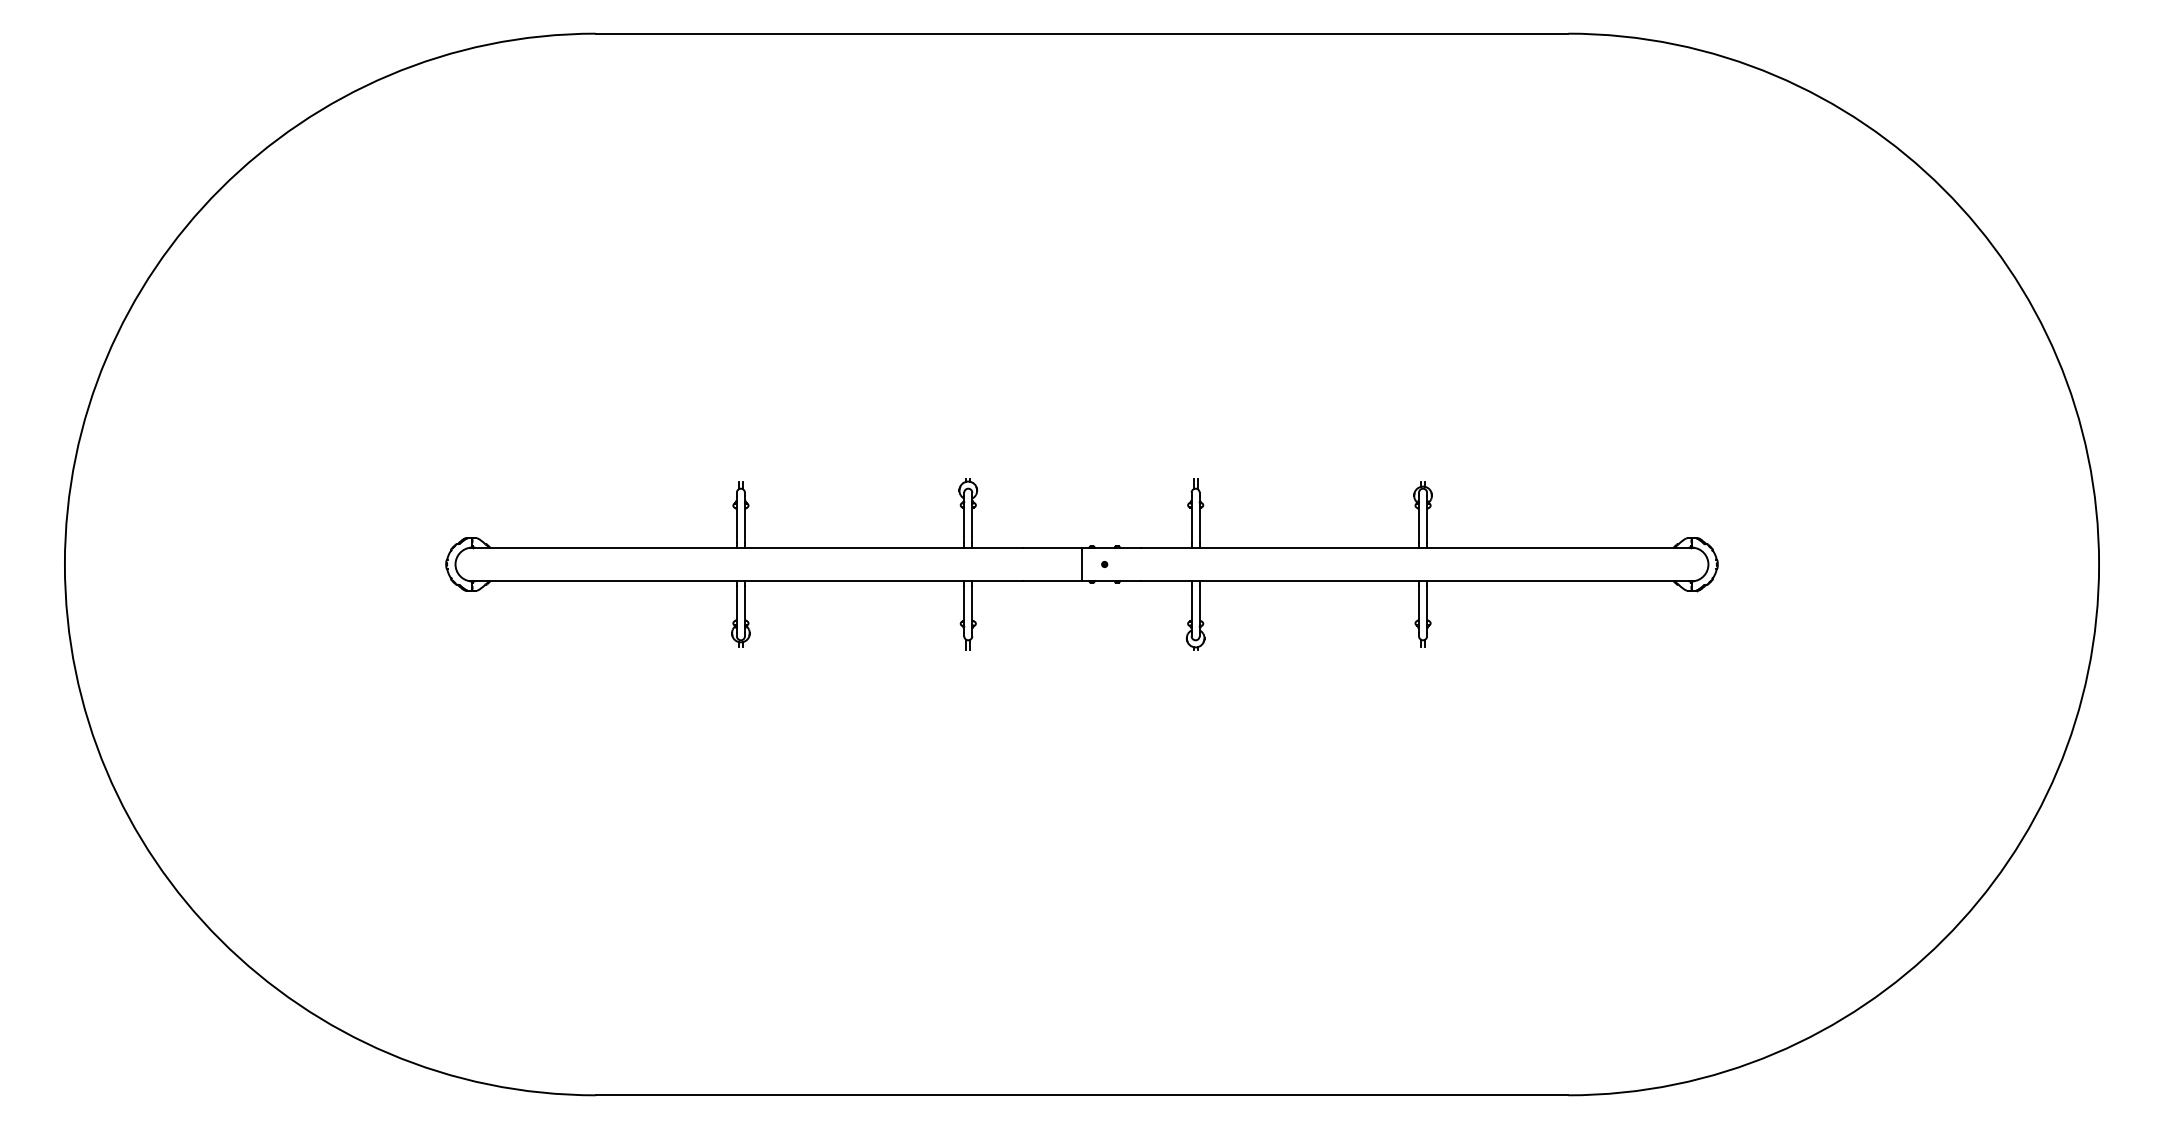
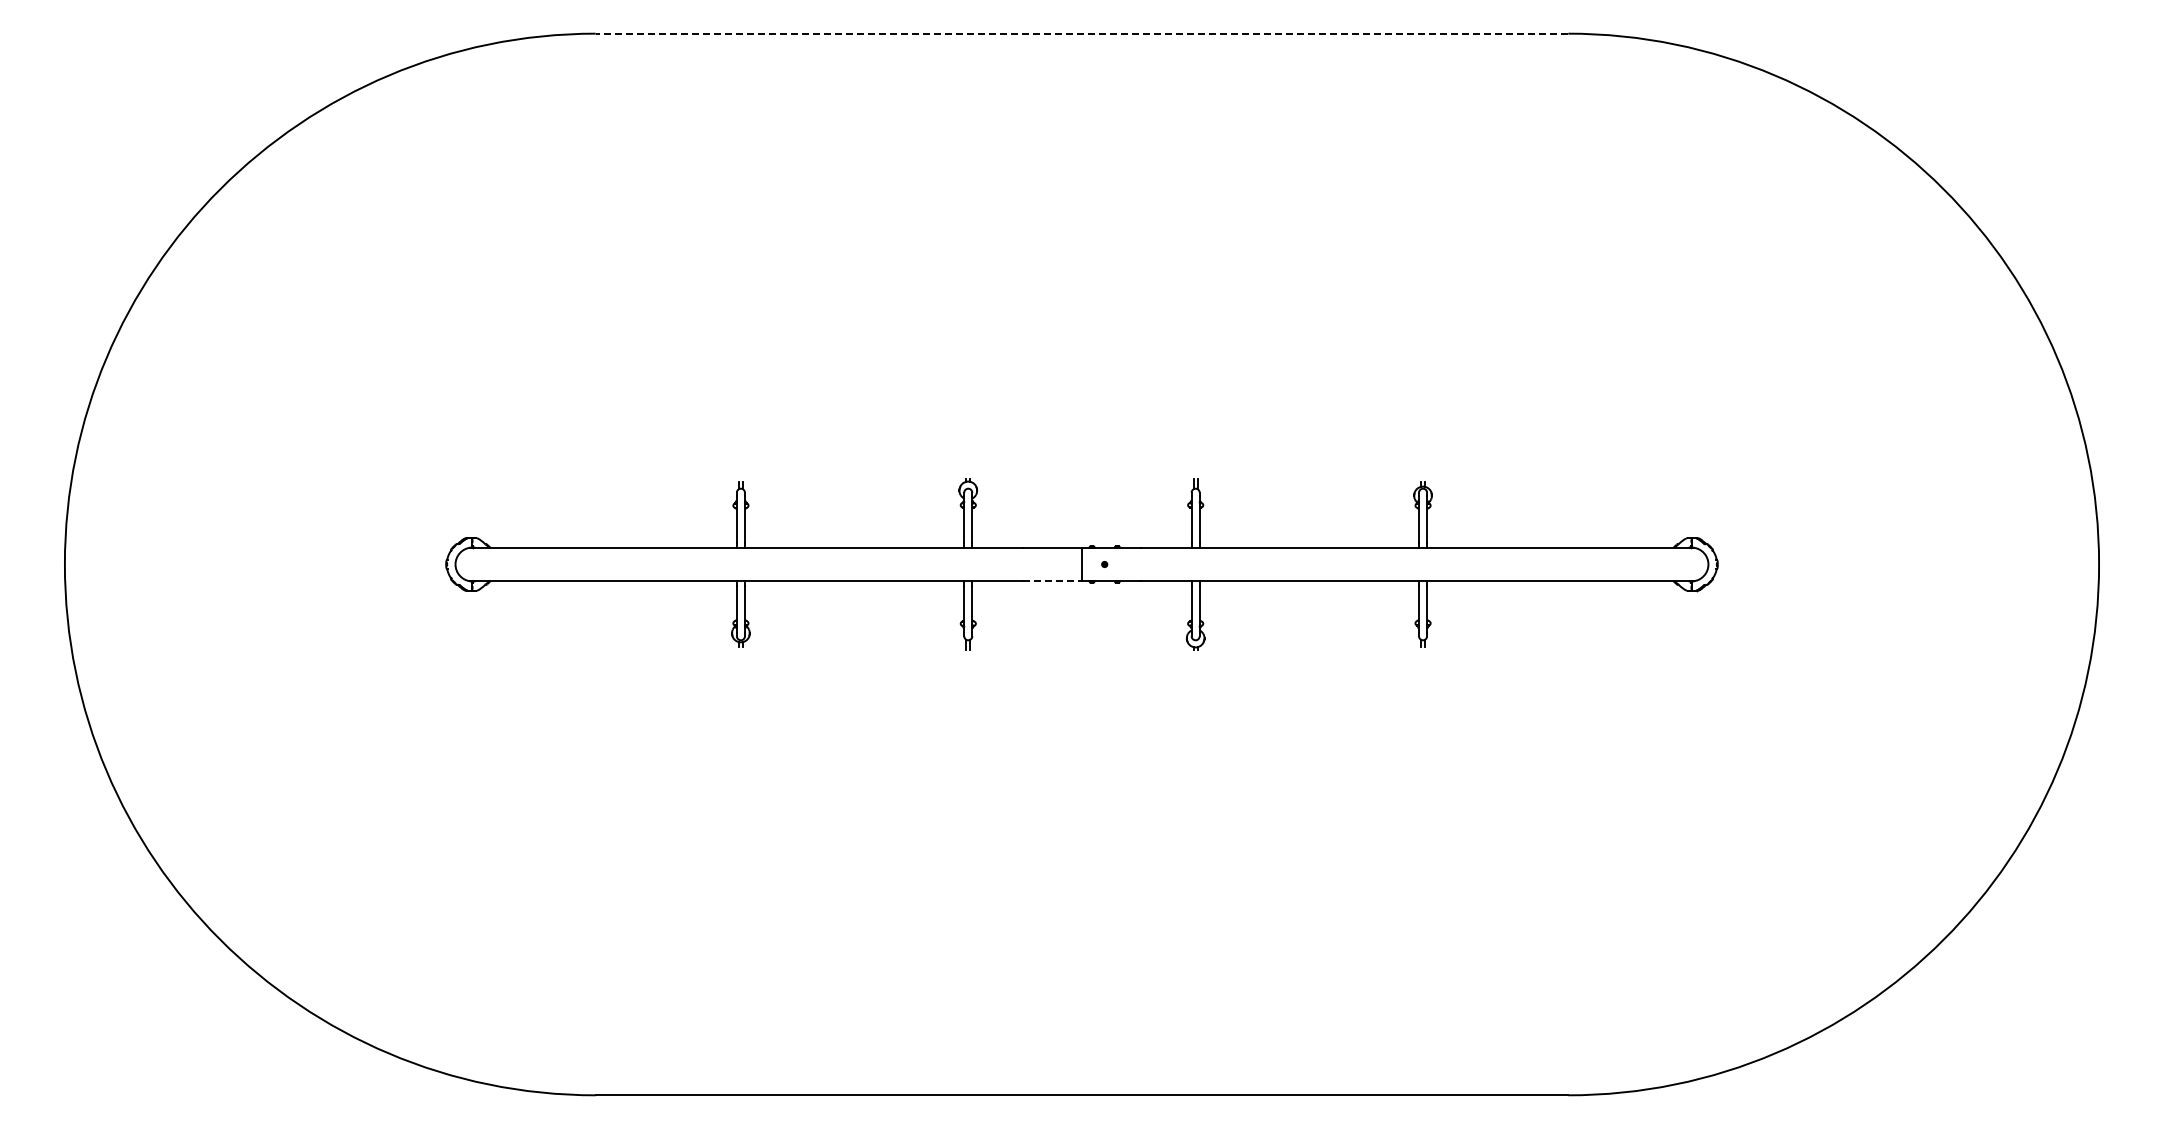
line at (1081, 33): solid -> dashed
line at (1052, 581): solid -> dashed
